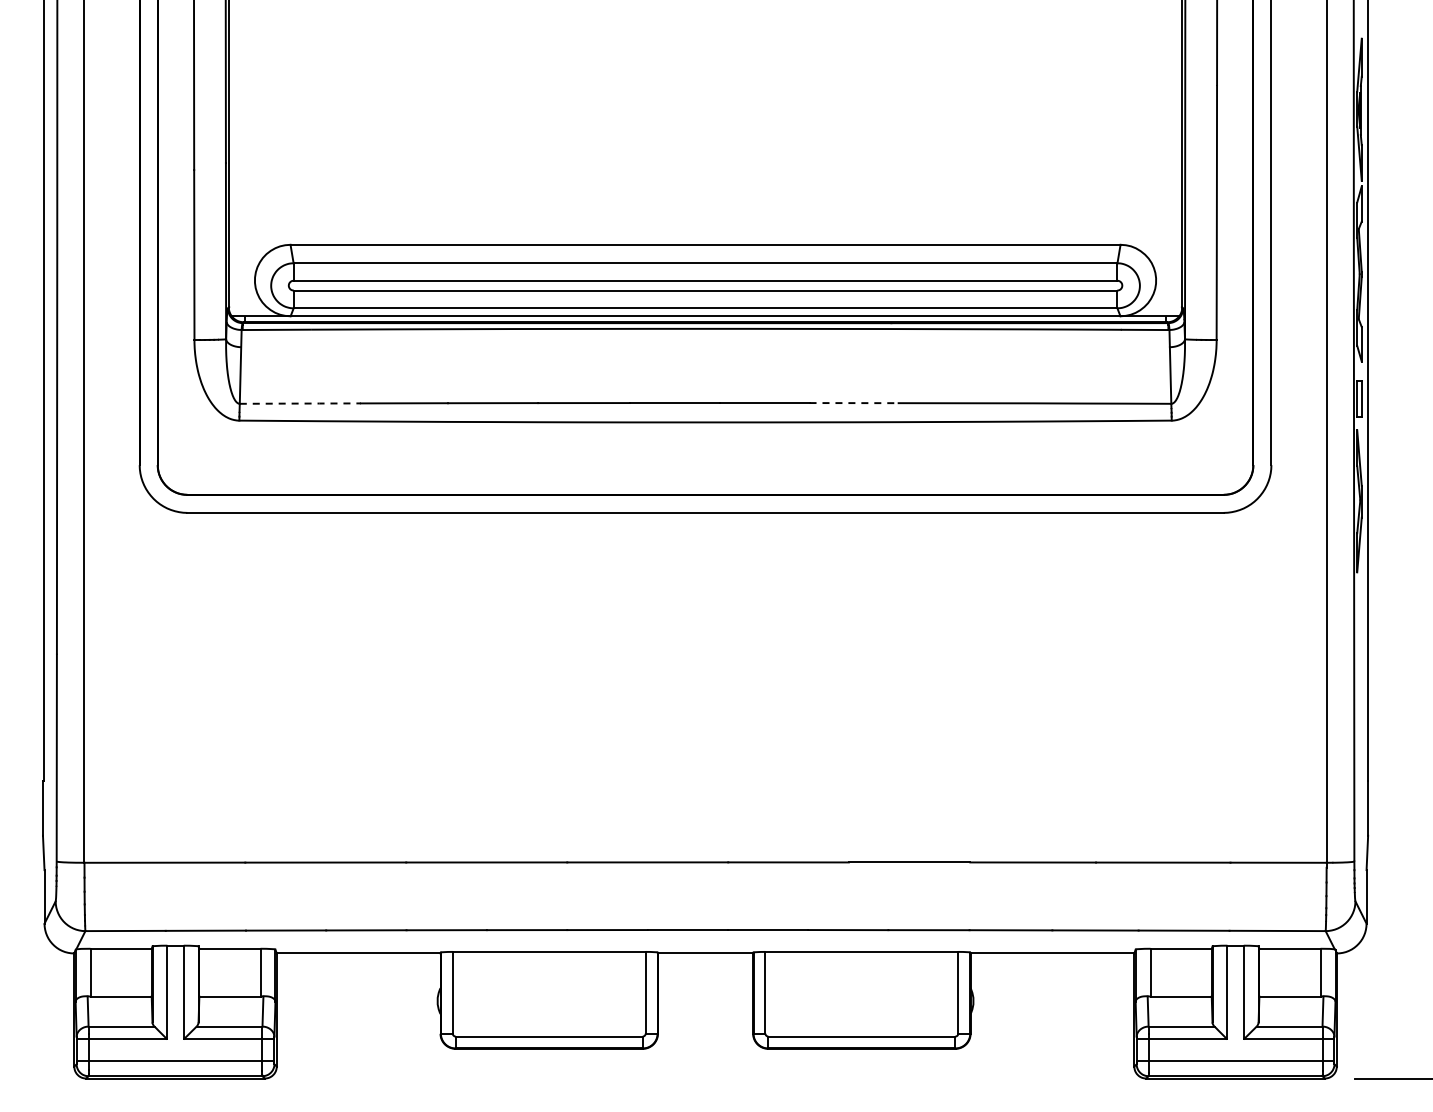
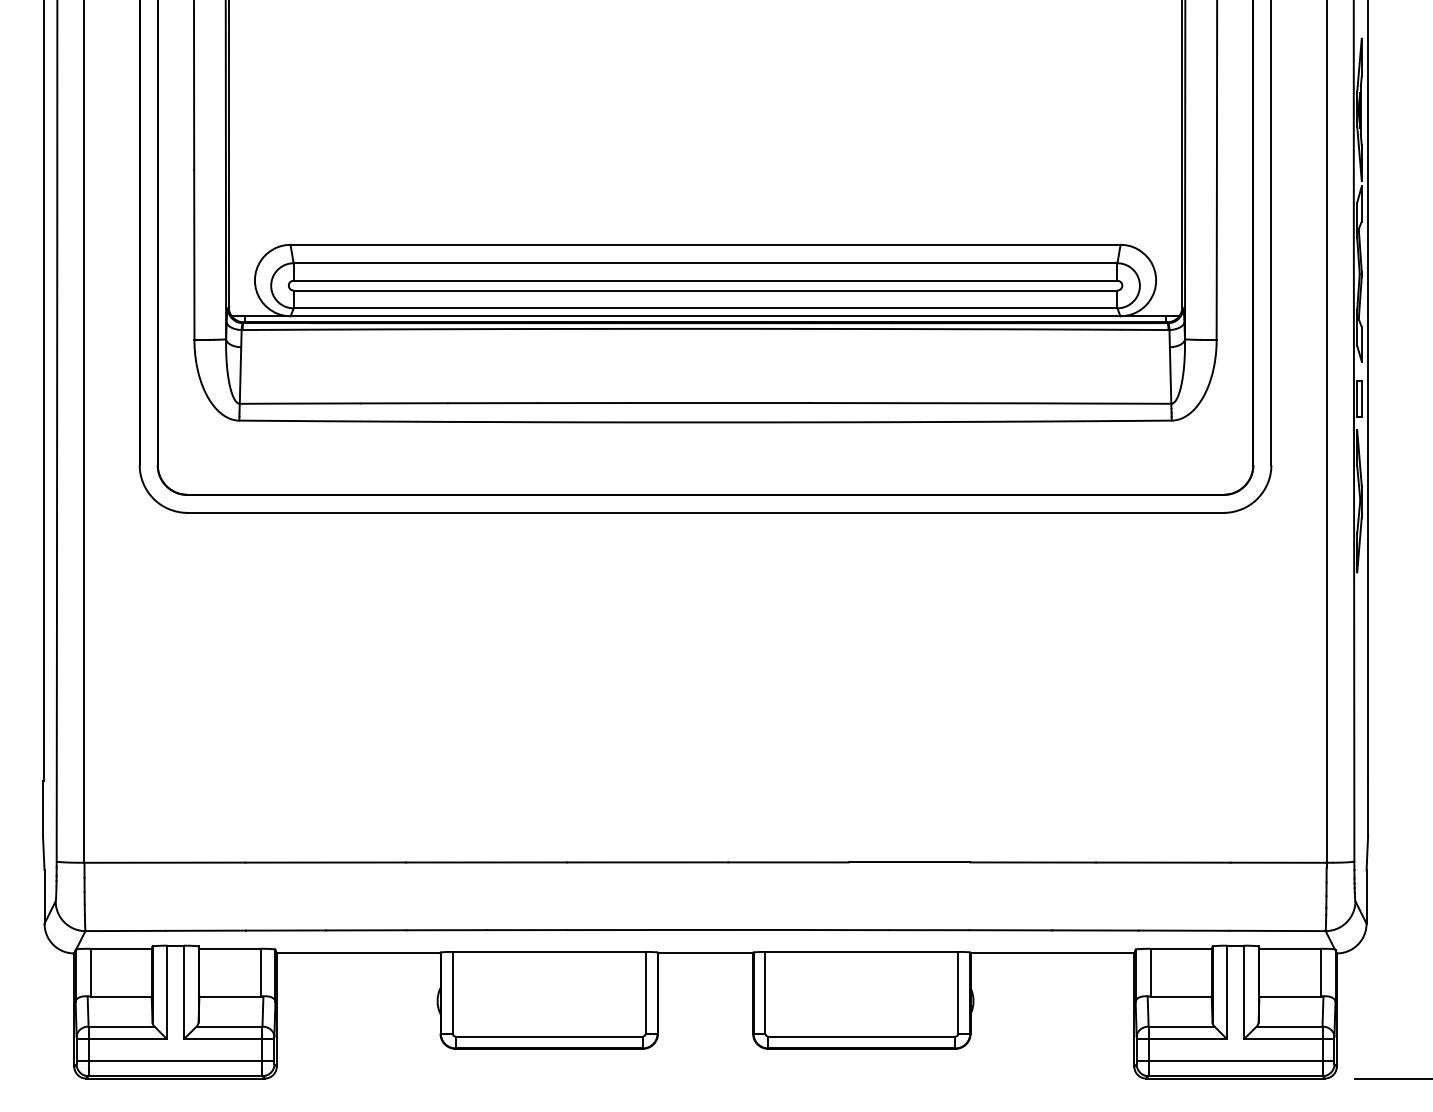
line at (300, 403): dashed -> solid
line at (854, 403): dashed -> solid
